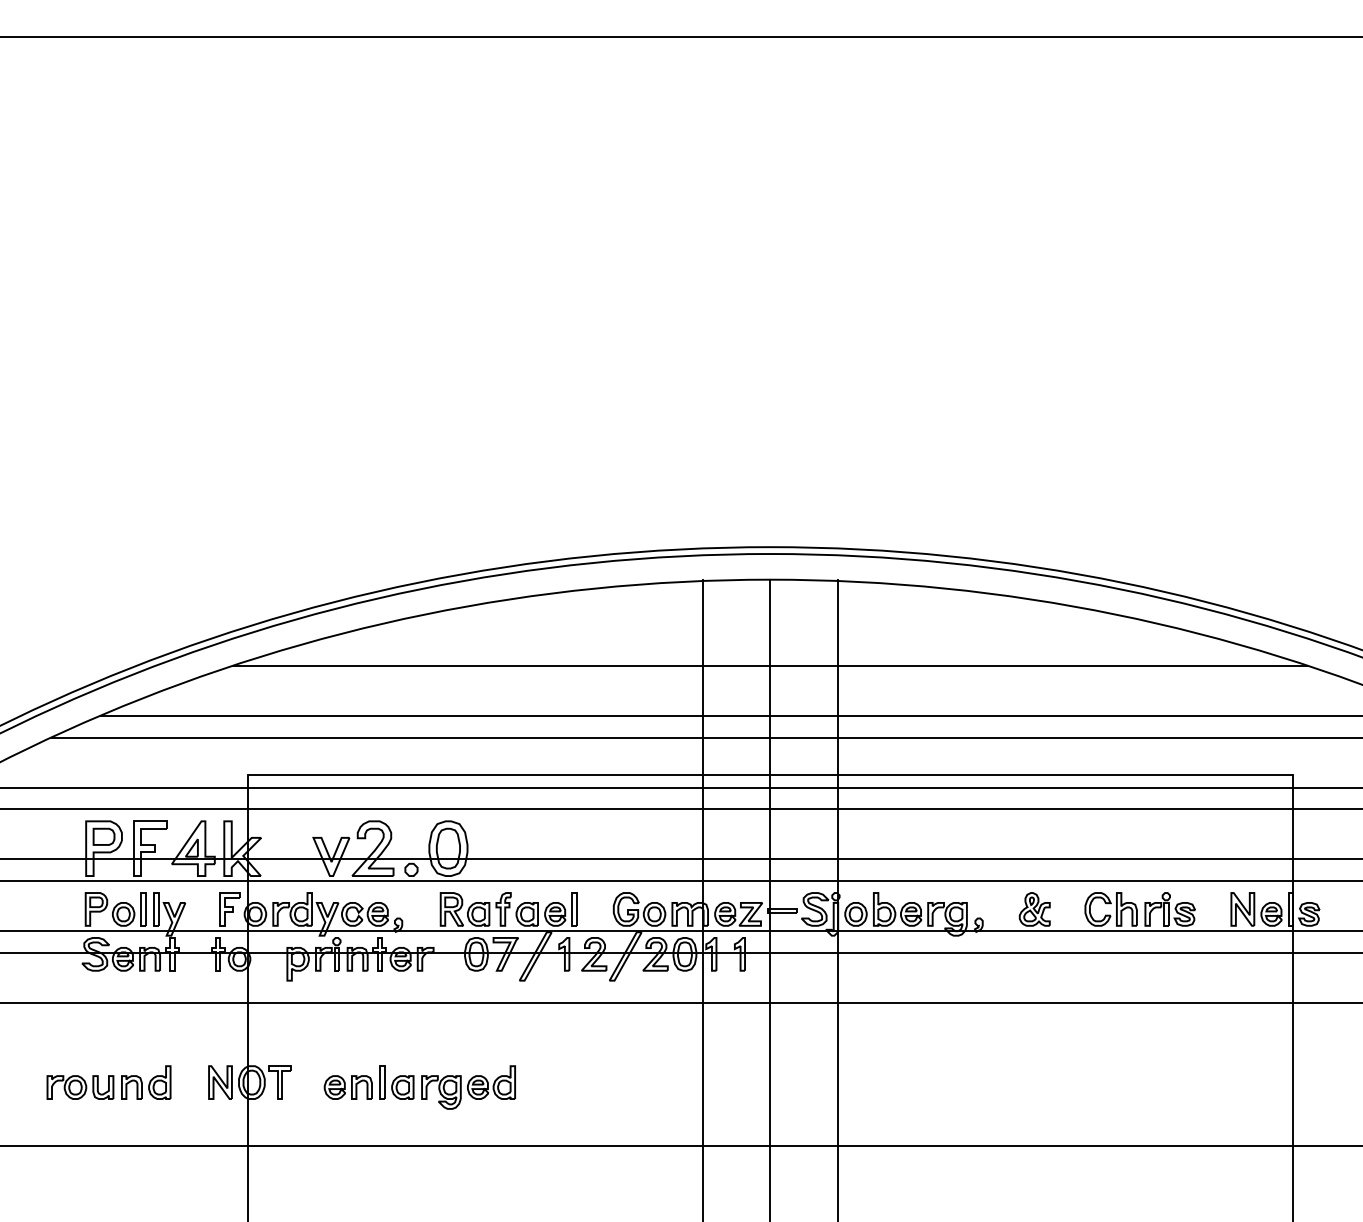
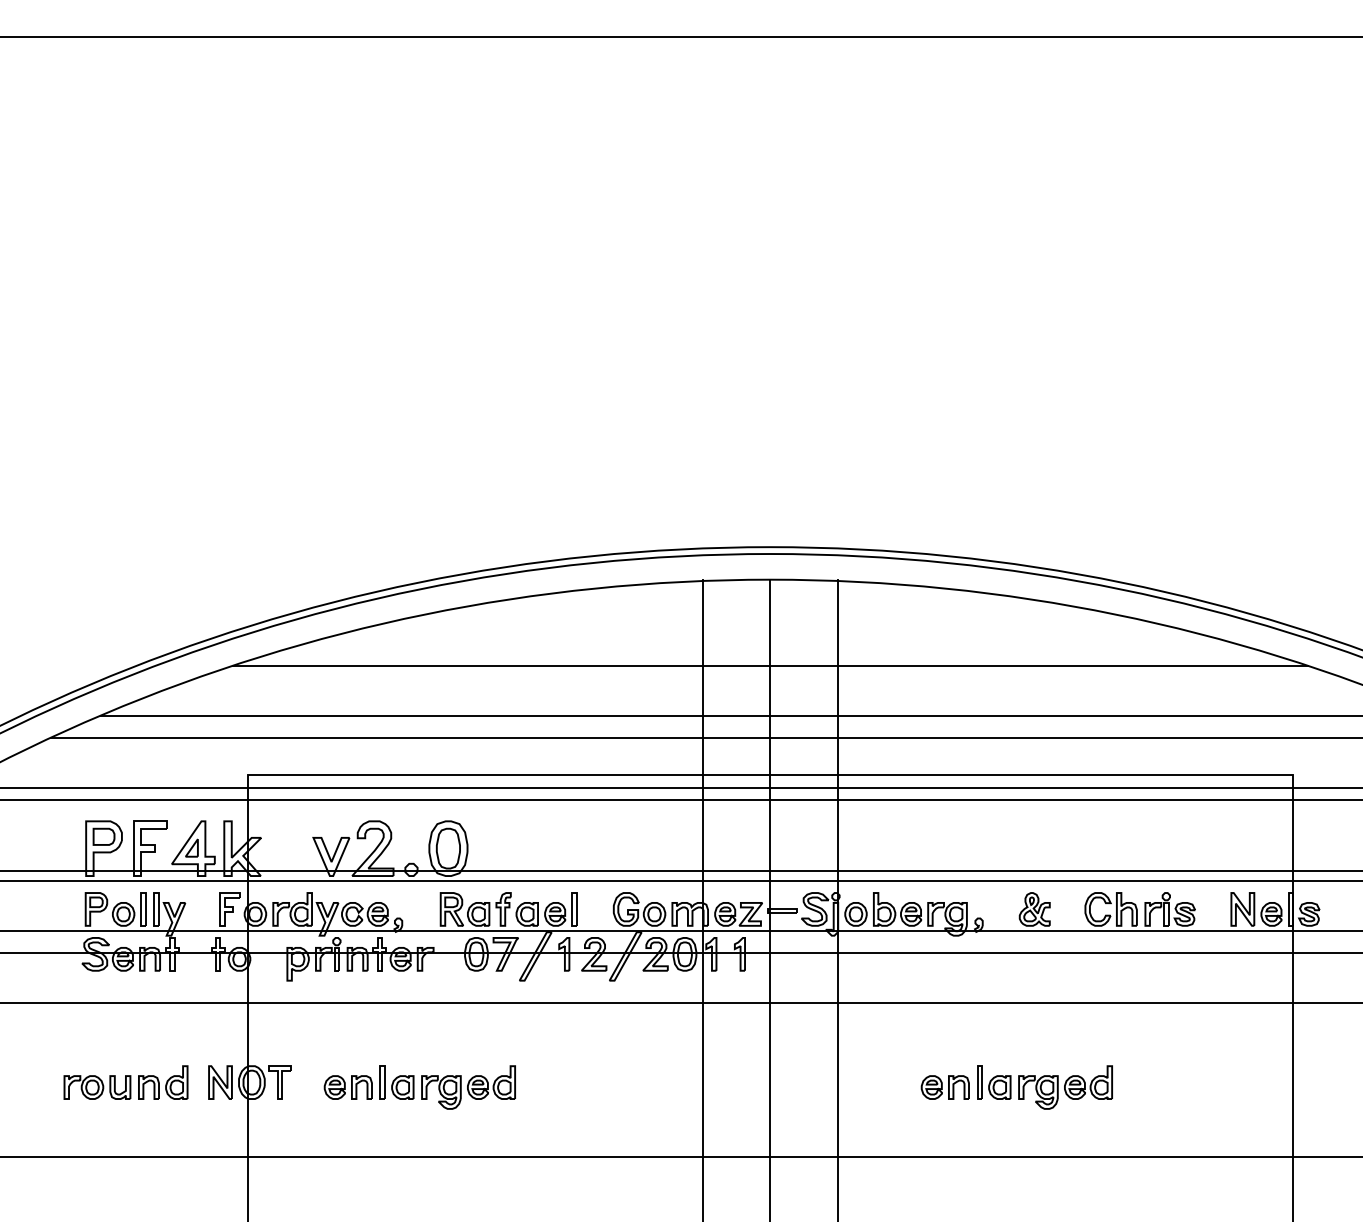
line at (680, 809) position: (680, 809) -> (680, 800)
line at (680, 859) position: (680, 859) -> (680, 871)
part at (108, 1082) position: (108, 1082) -> (125, 1082)
part at (1016, 1087): none -> present
line at (680, 1146) position: (680, 1146) -> (680, 1157)
